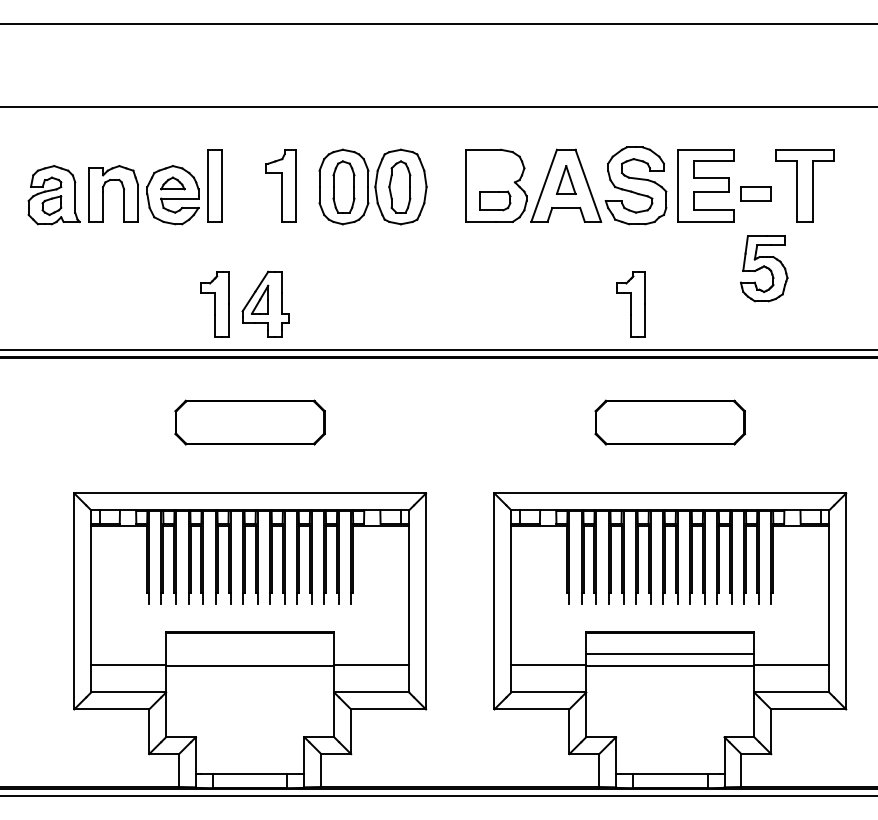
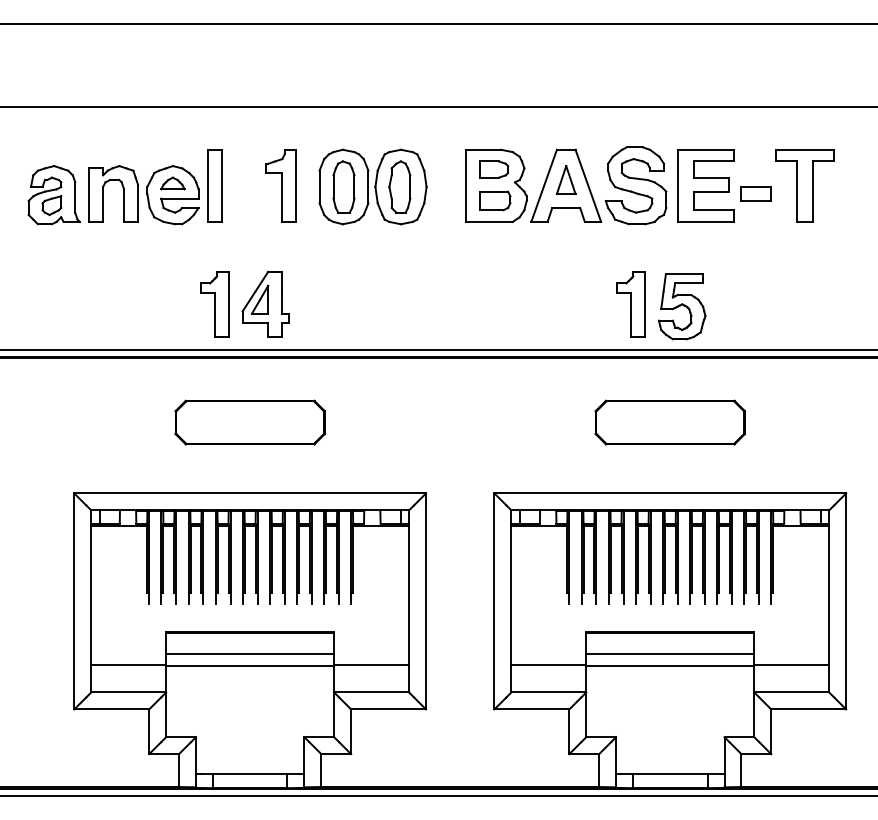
part at (494, 169): none -> present
part at (764, 268) position: (764, 268) -> (682, 306)
line at (250, 653): none -> present
